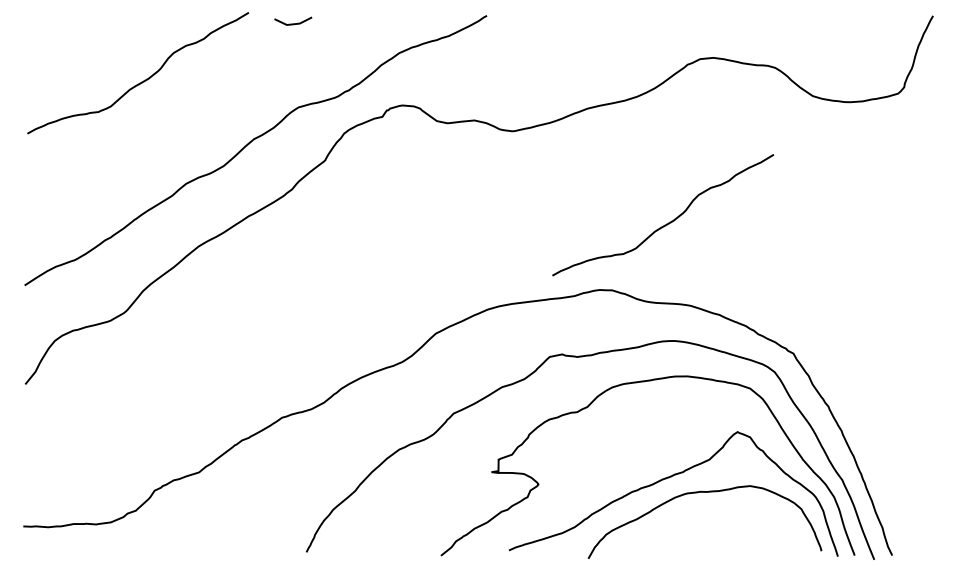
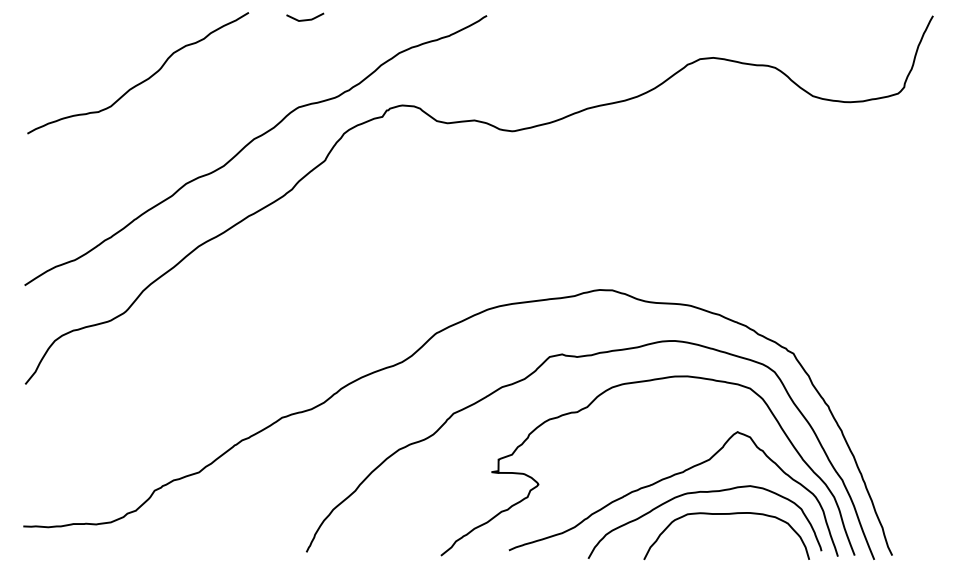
line at (293, 23) position: (293, 23) -> (305, 19)
curve at (666, 223): present -> none
curve at (726, 514): none -> present
